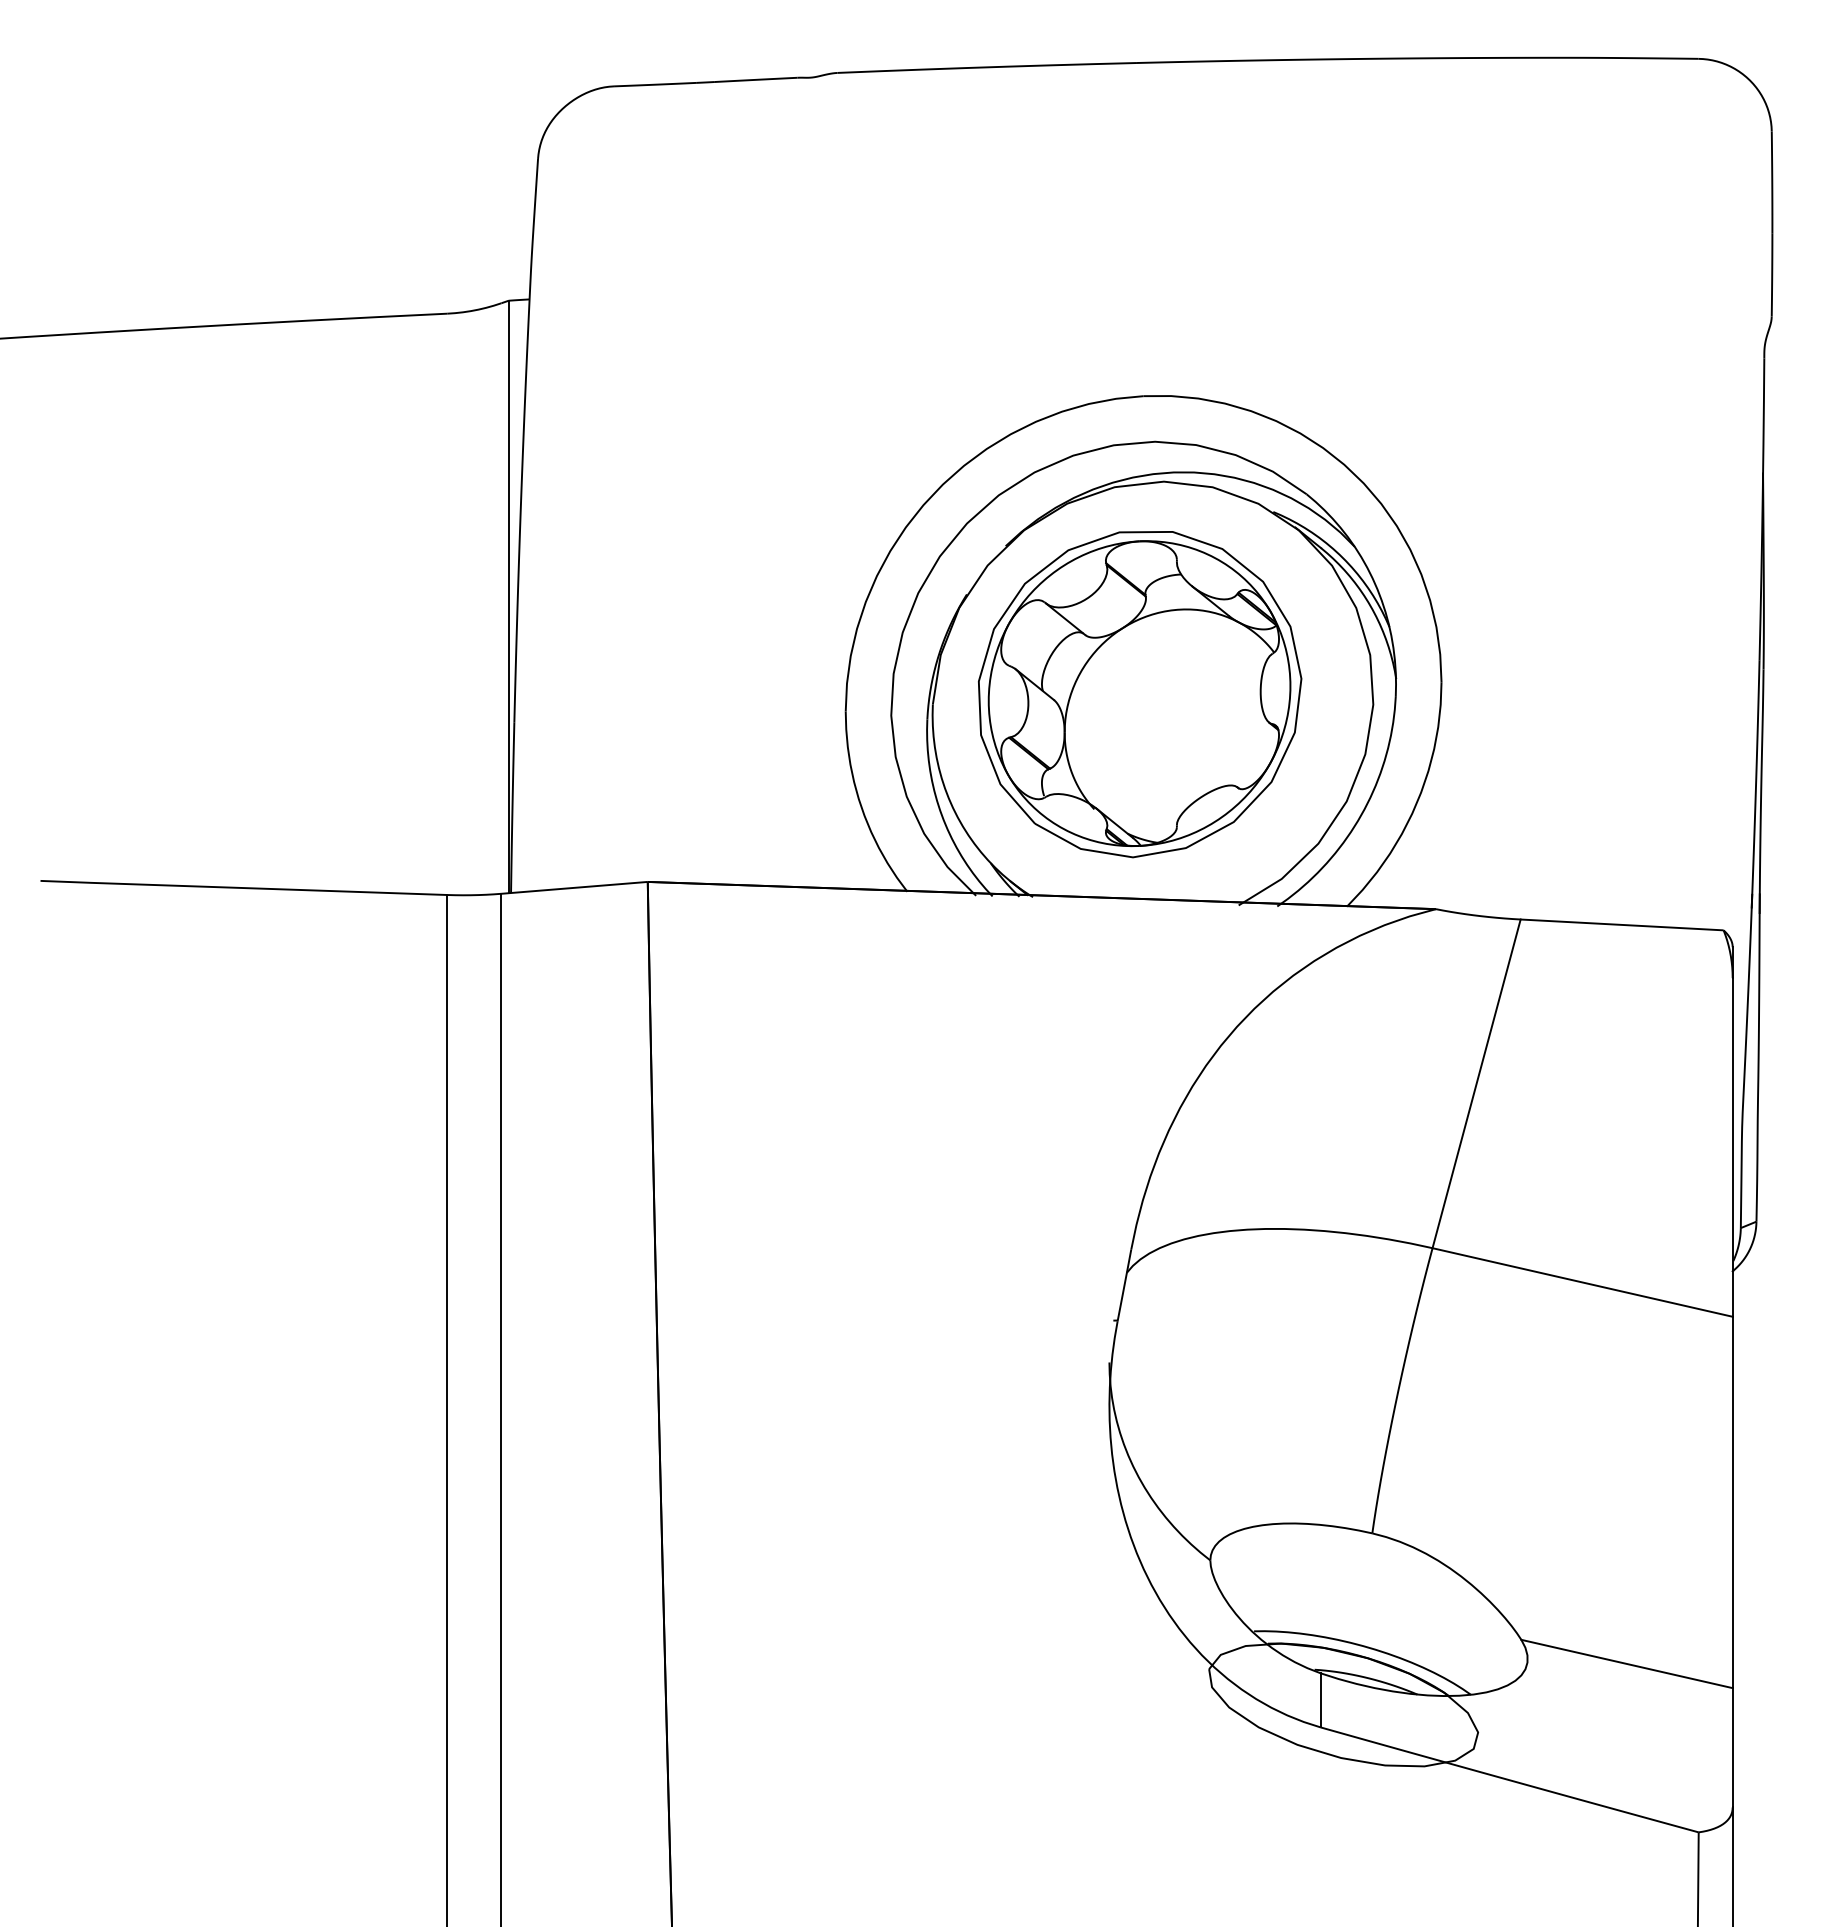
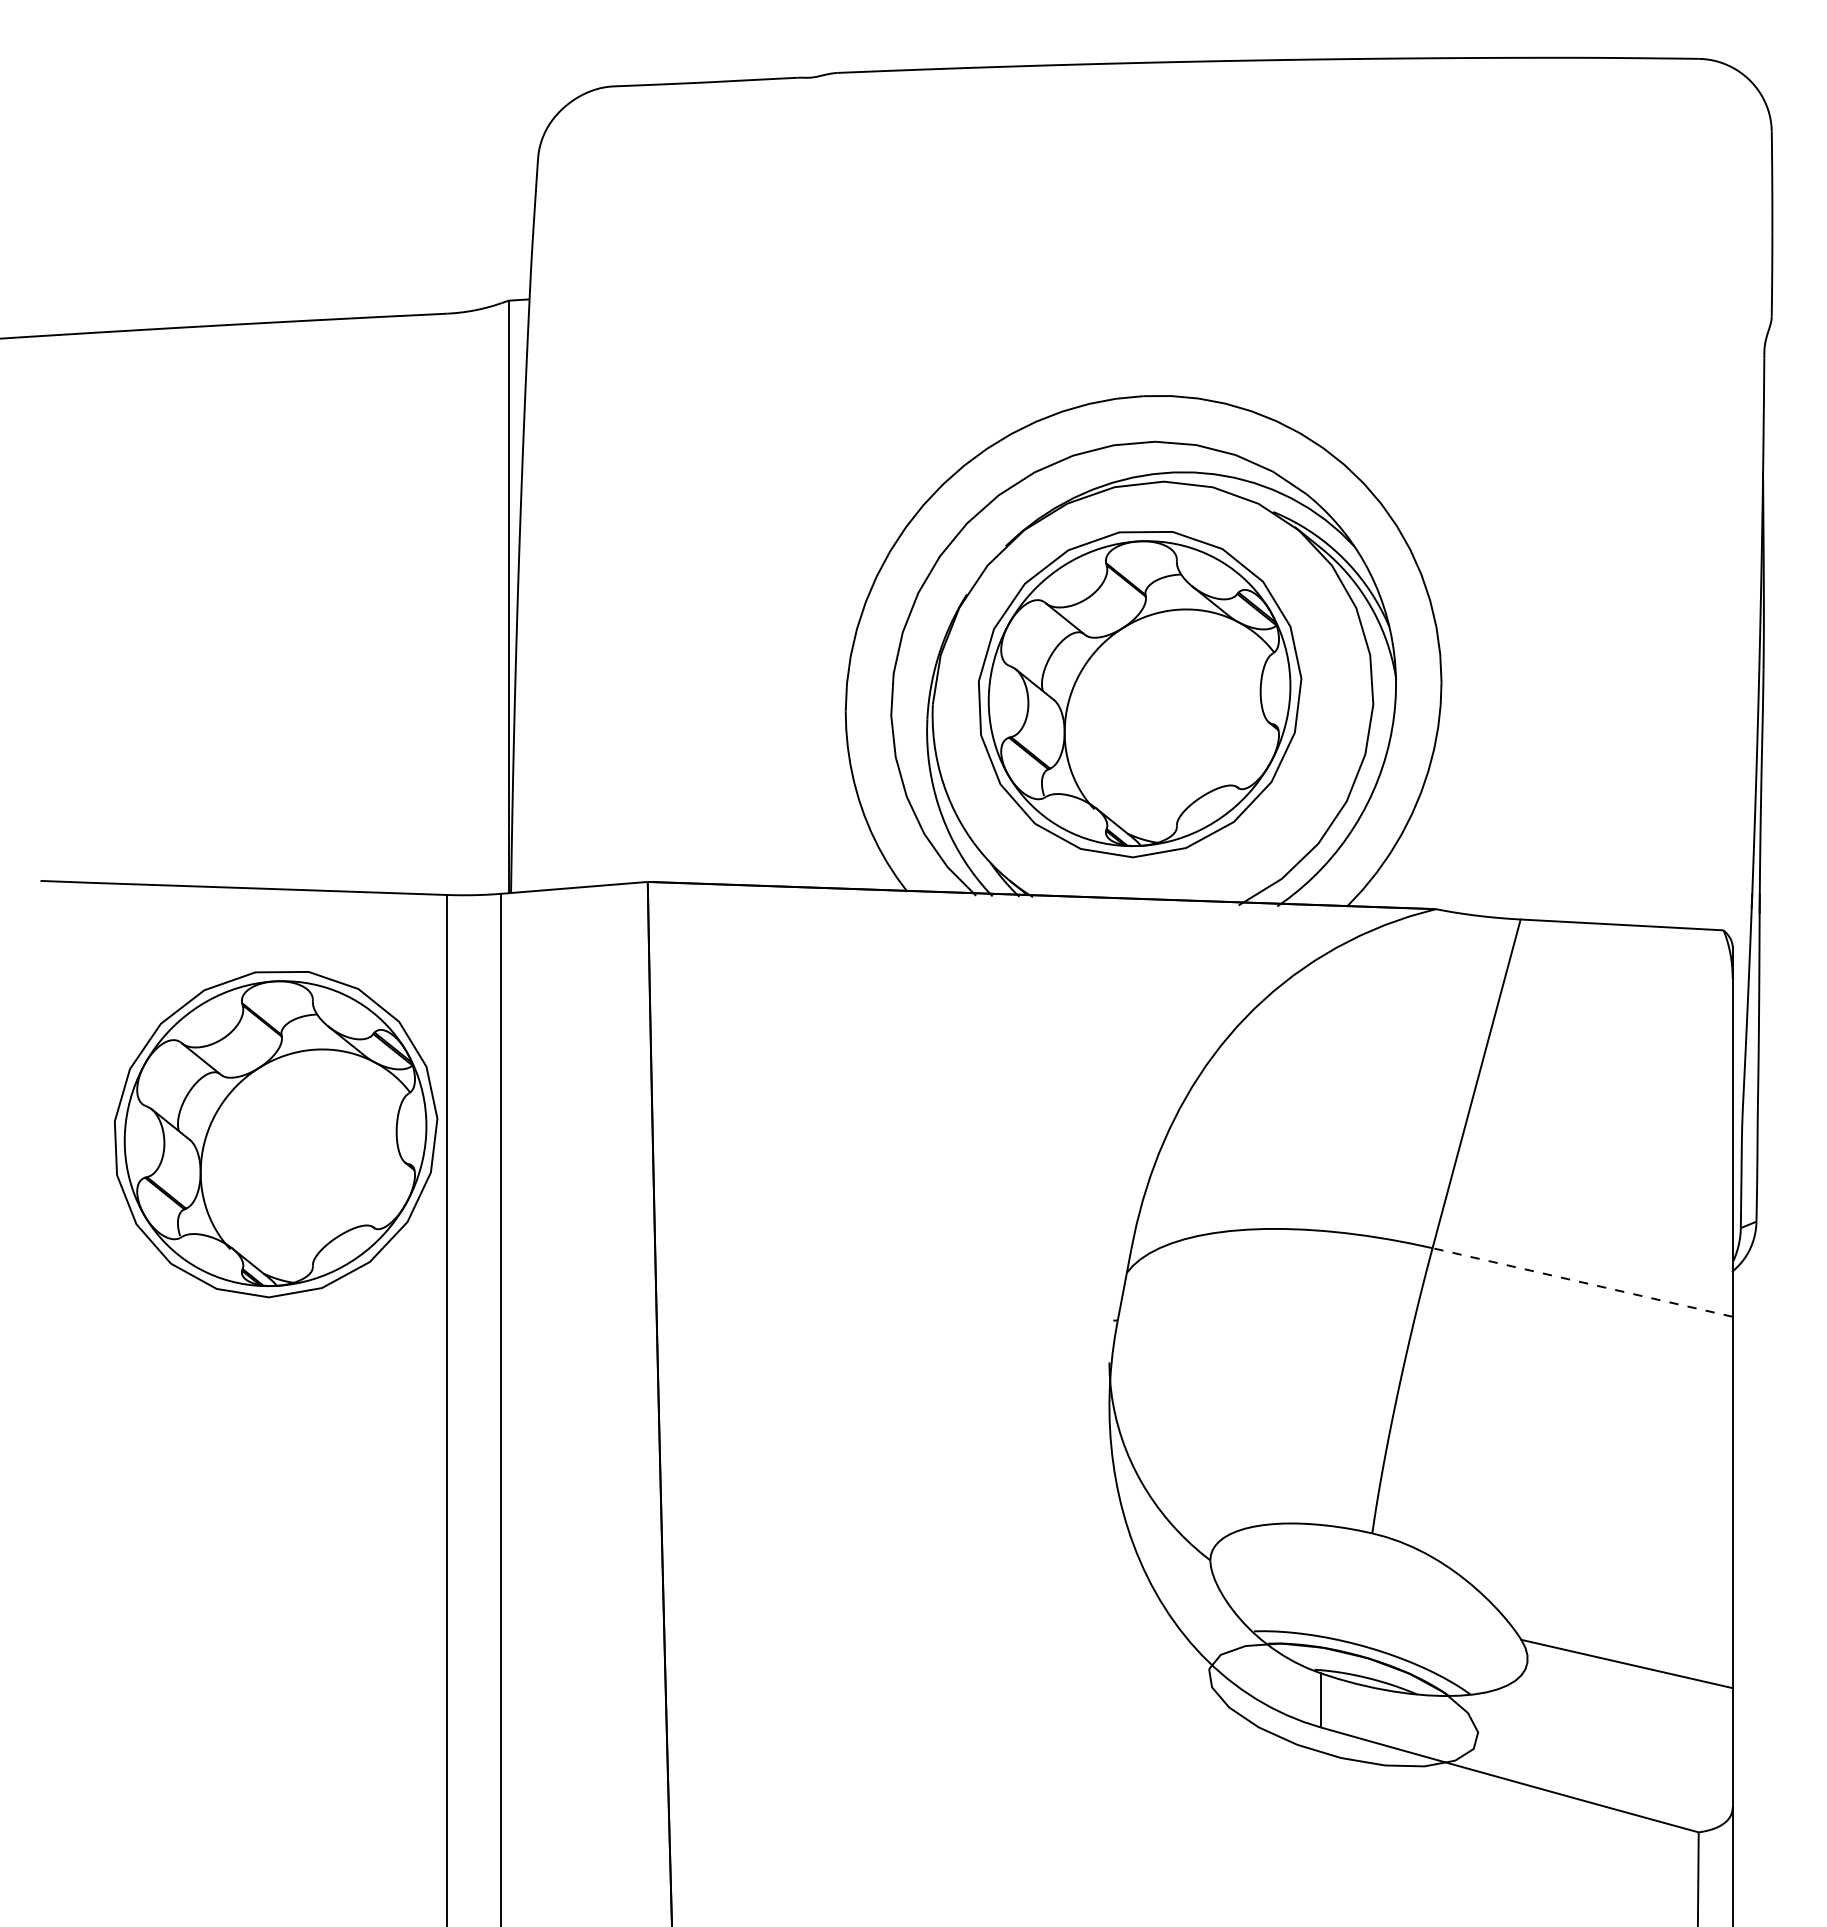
part at (276, 1134): none -> present
line at (1582, 1282): solid -> dashed
